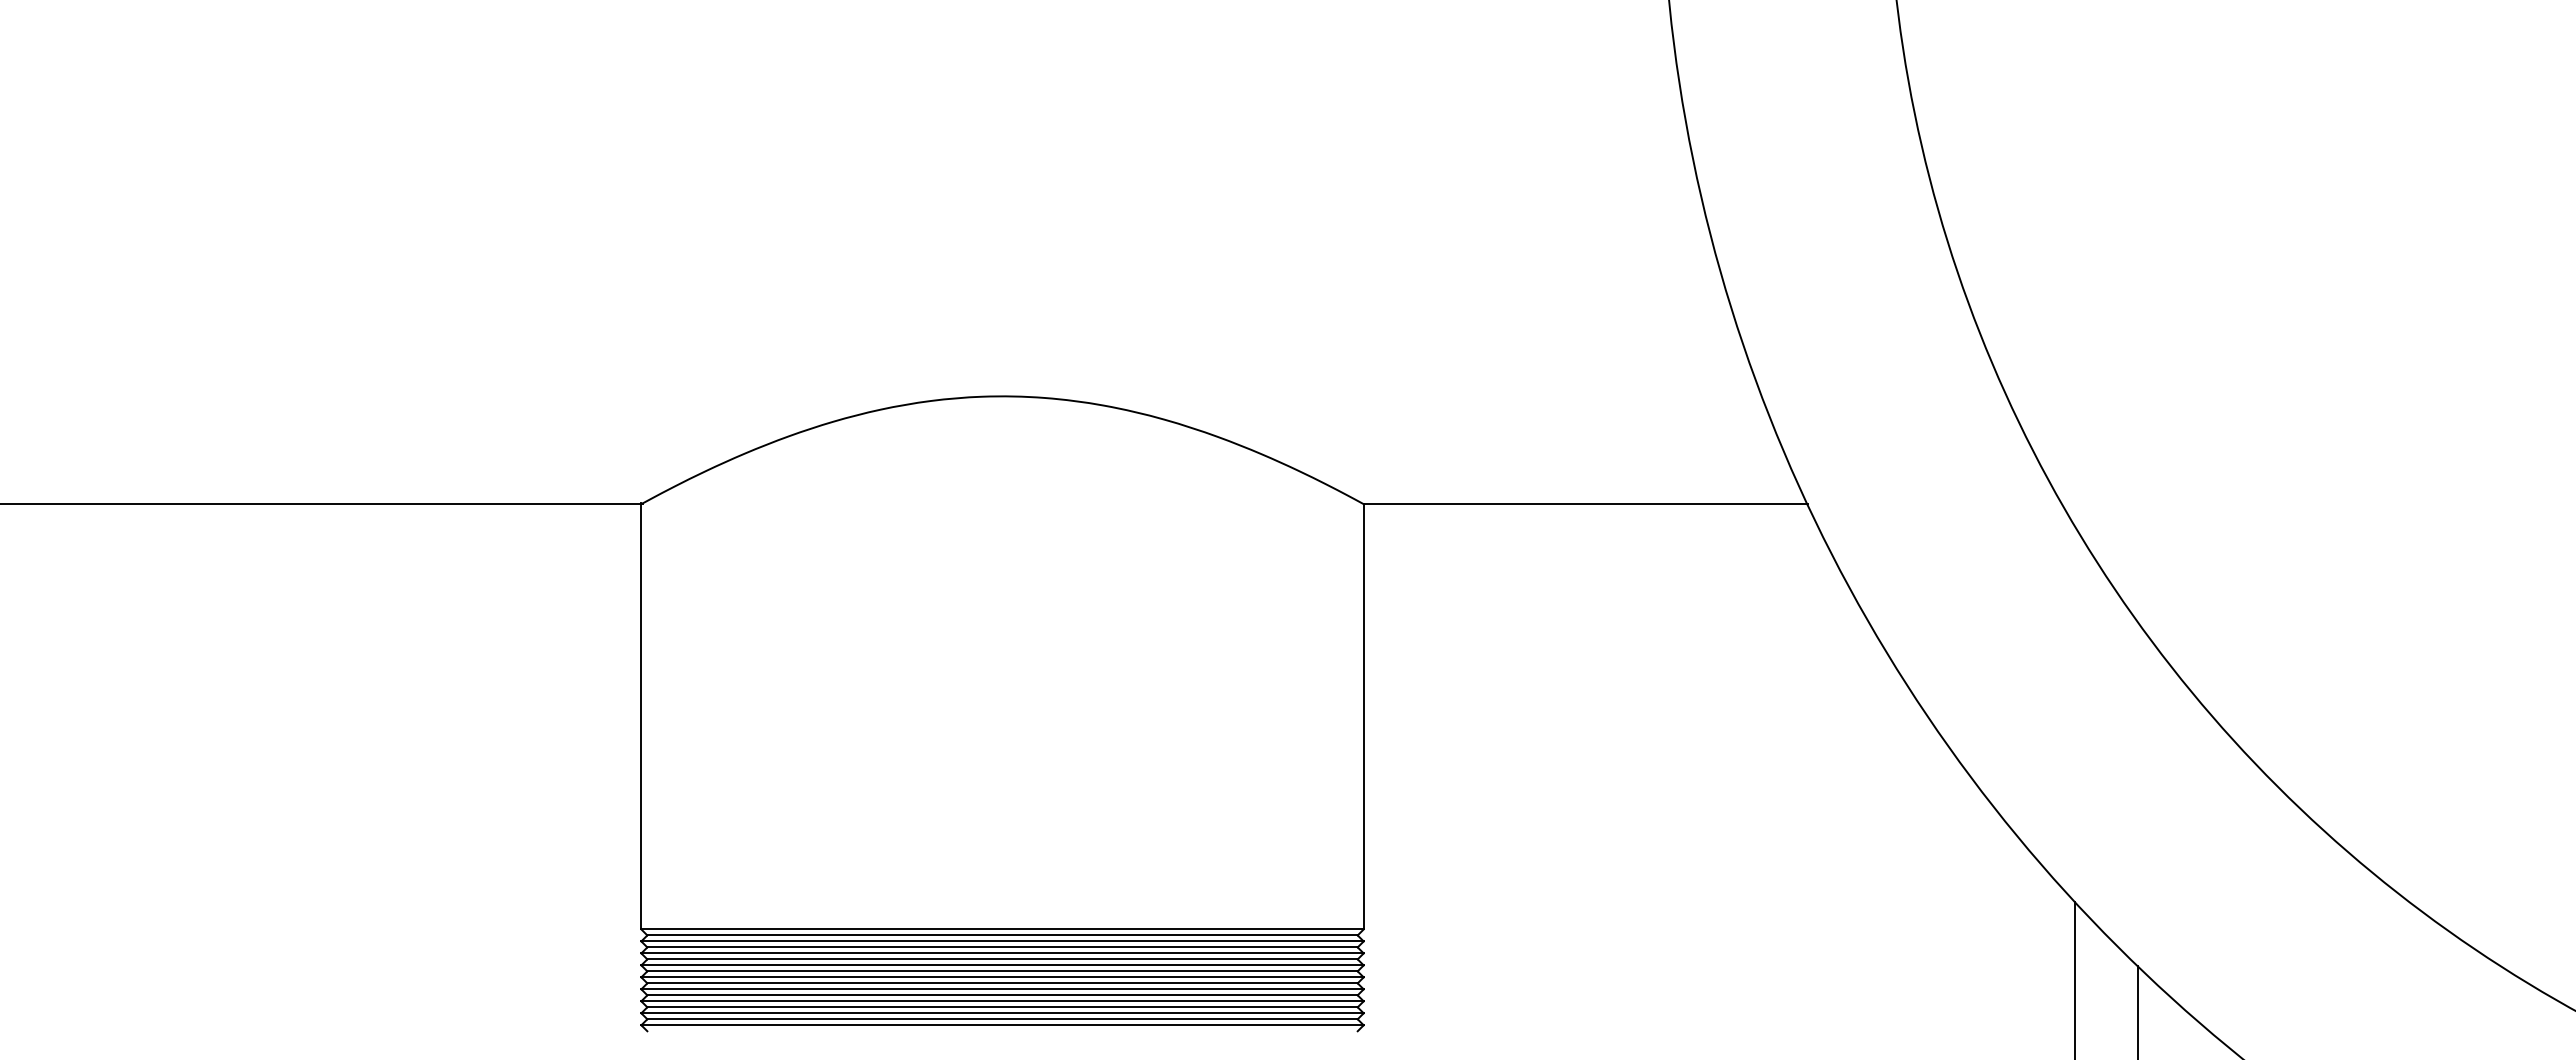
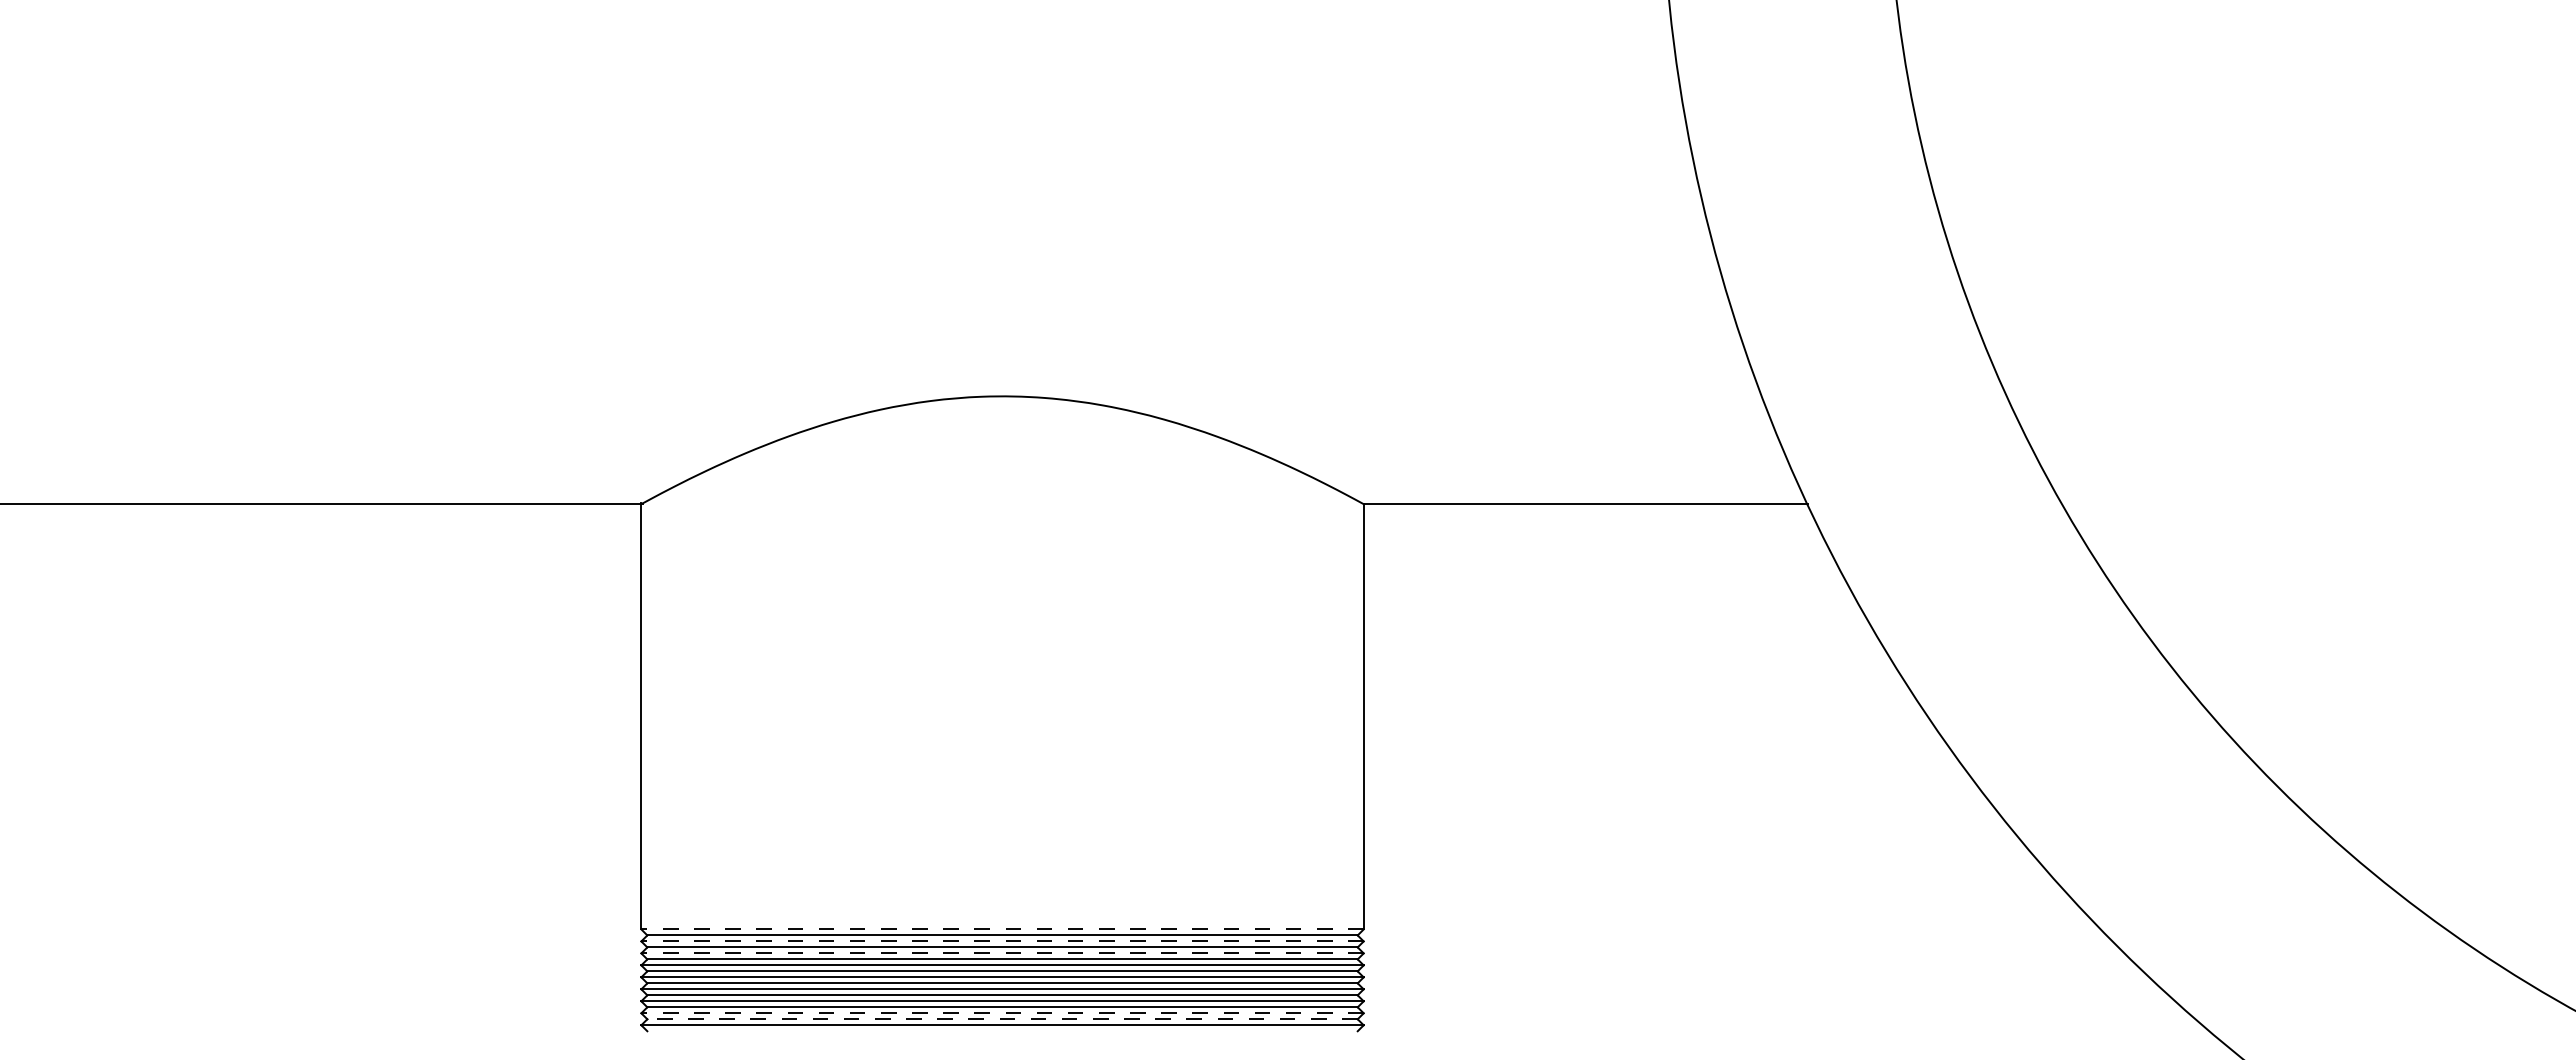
line at (1002, 929): solid -> dashed
line at (1002, 941): solid -> dashed
line at (1002, 953): solid -> dashed
line at (2074, 978): present -> none
line at (2137, 1011): present -> none
line at (1002, 1013): solid -> dashed
line at (1002, 1019): solid -> dashed
